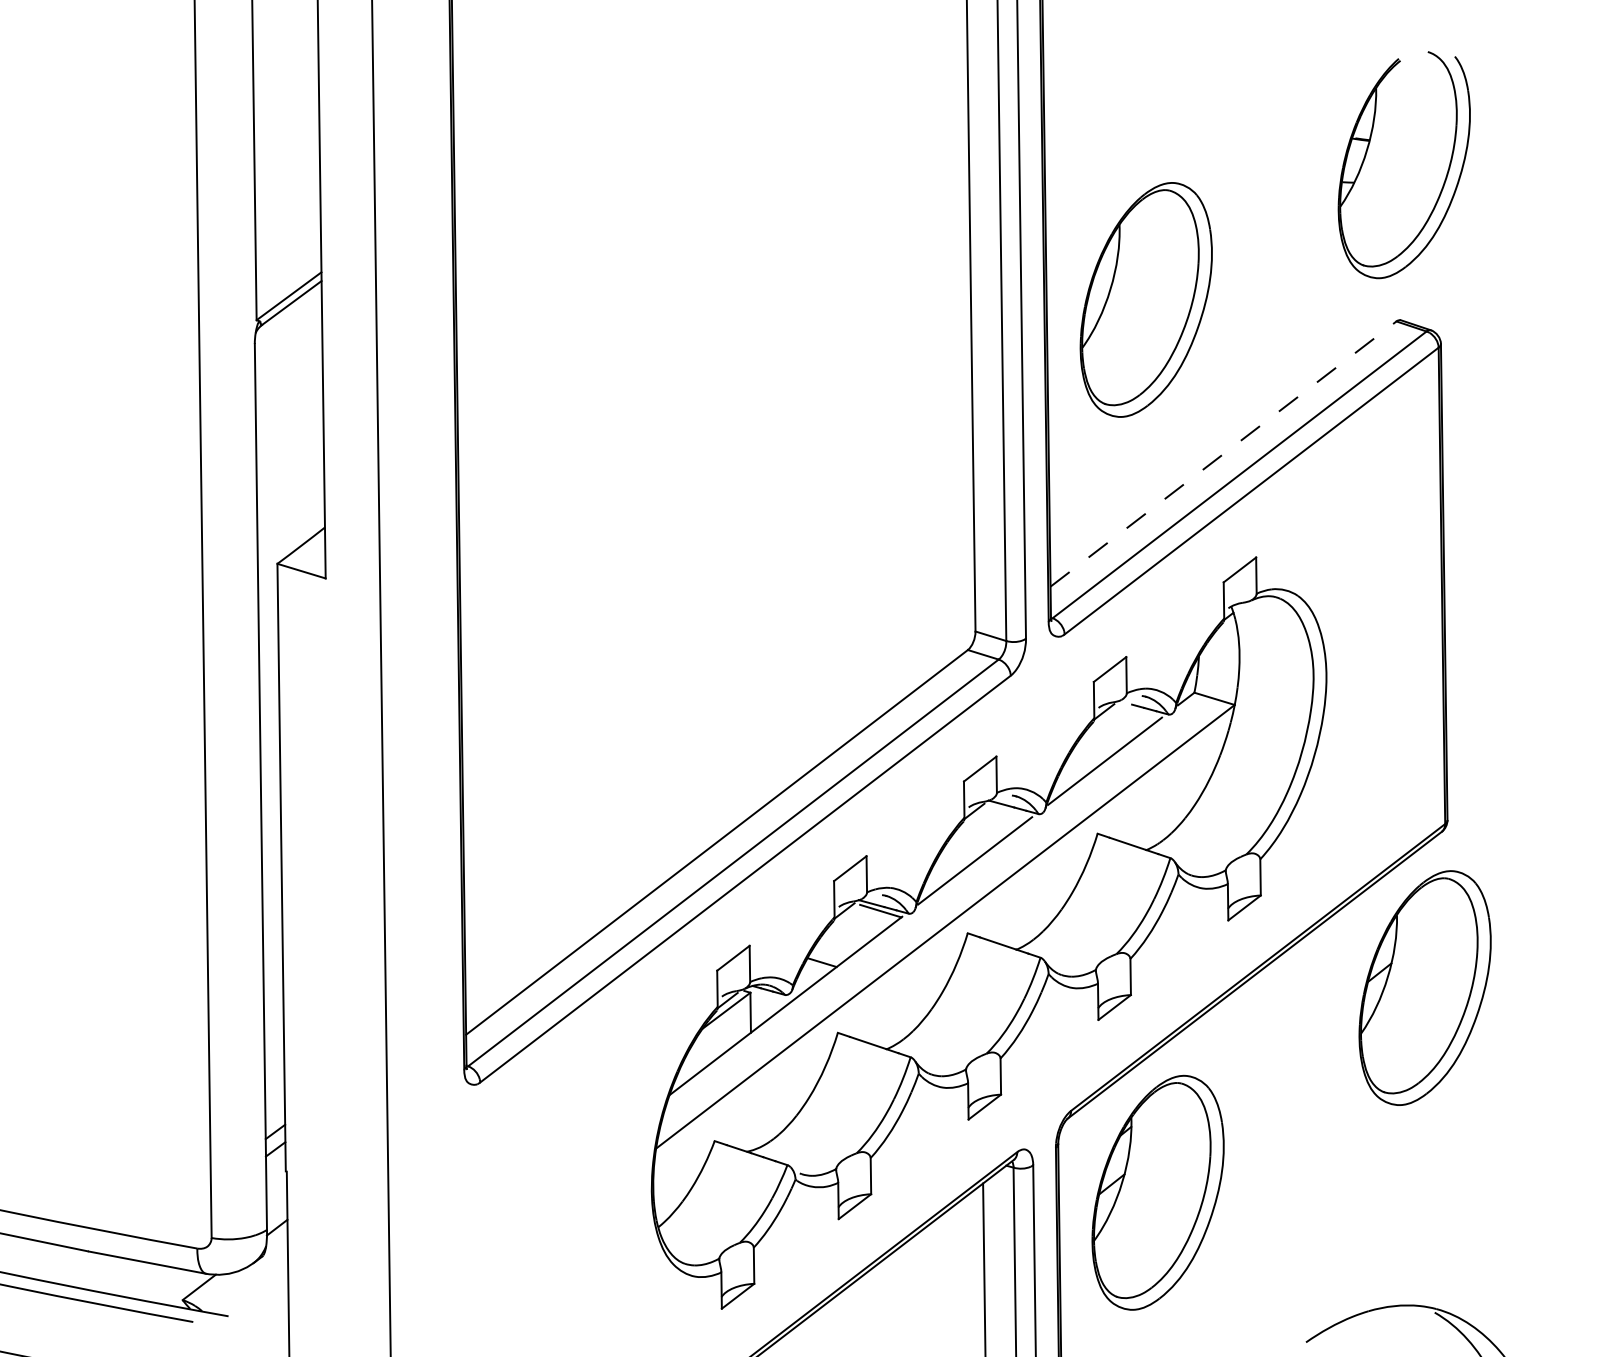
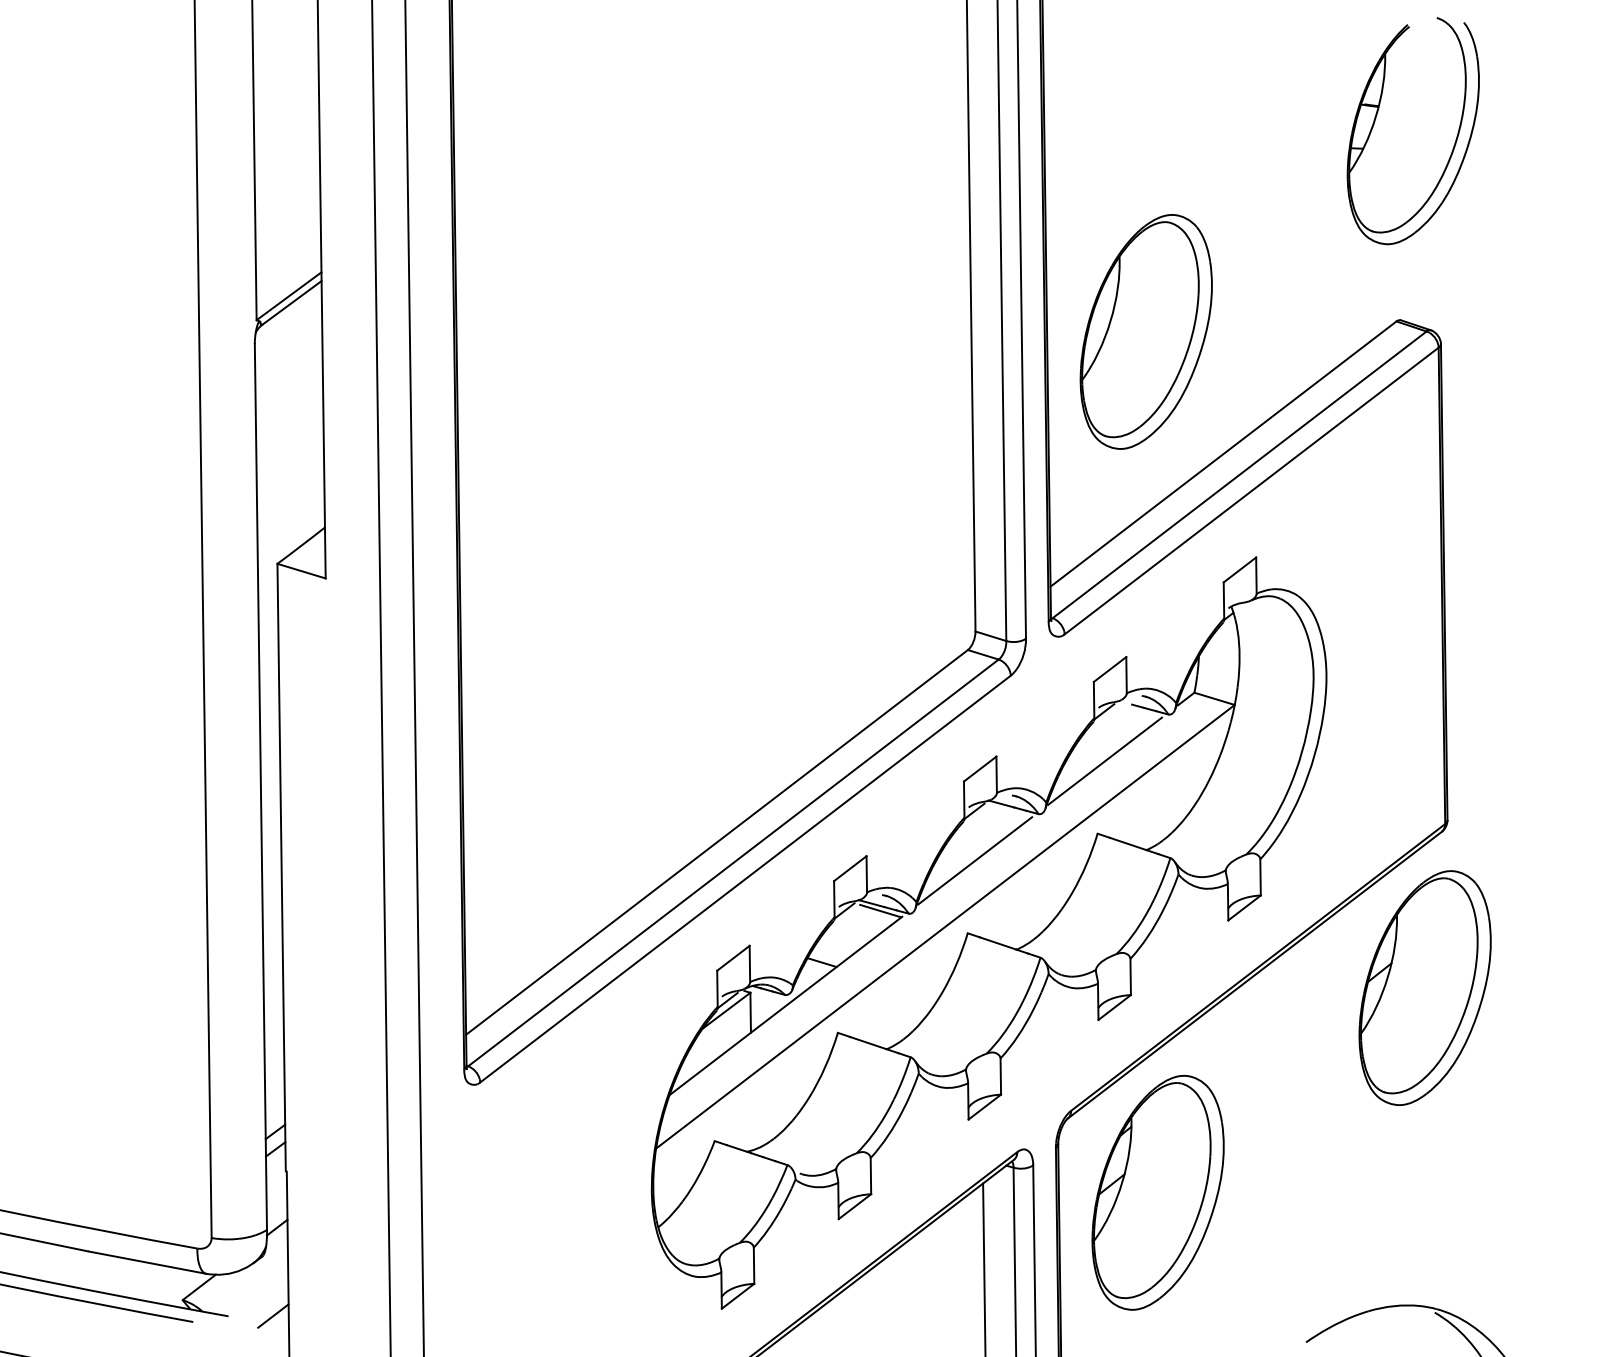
part at (1367, 152) position: (1367, 152) -> (1376, 118)
part at (1145, 299) position: (1145, 299) -> (1145, 331)
line at (1223, 454): dashed -> solid
line at (414, 677): none -> present
line at (273, 1315): none -> present
